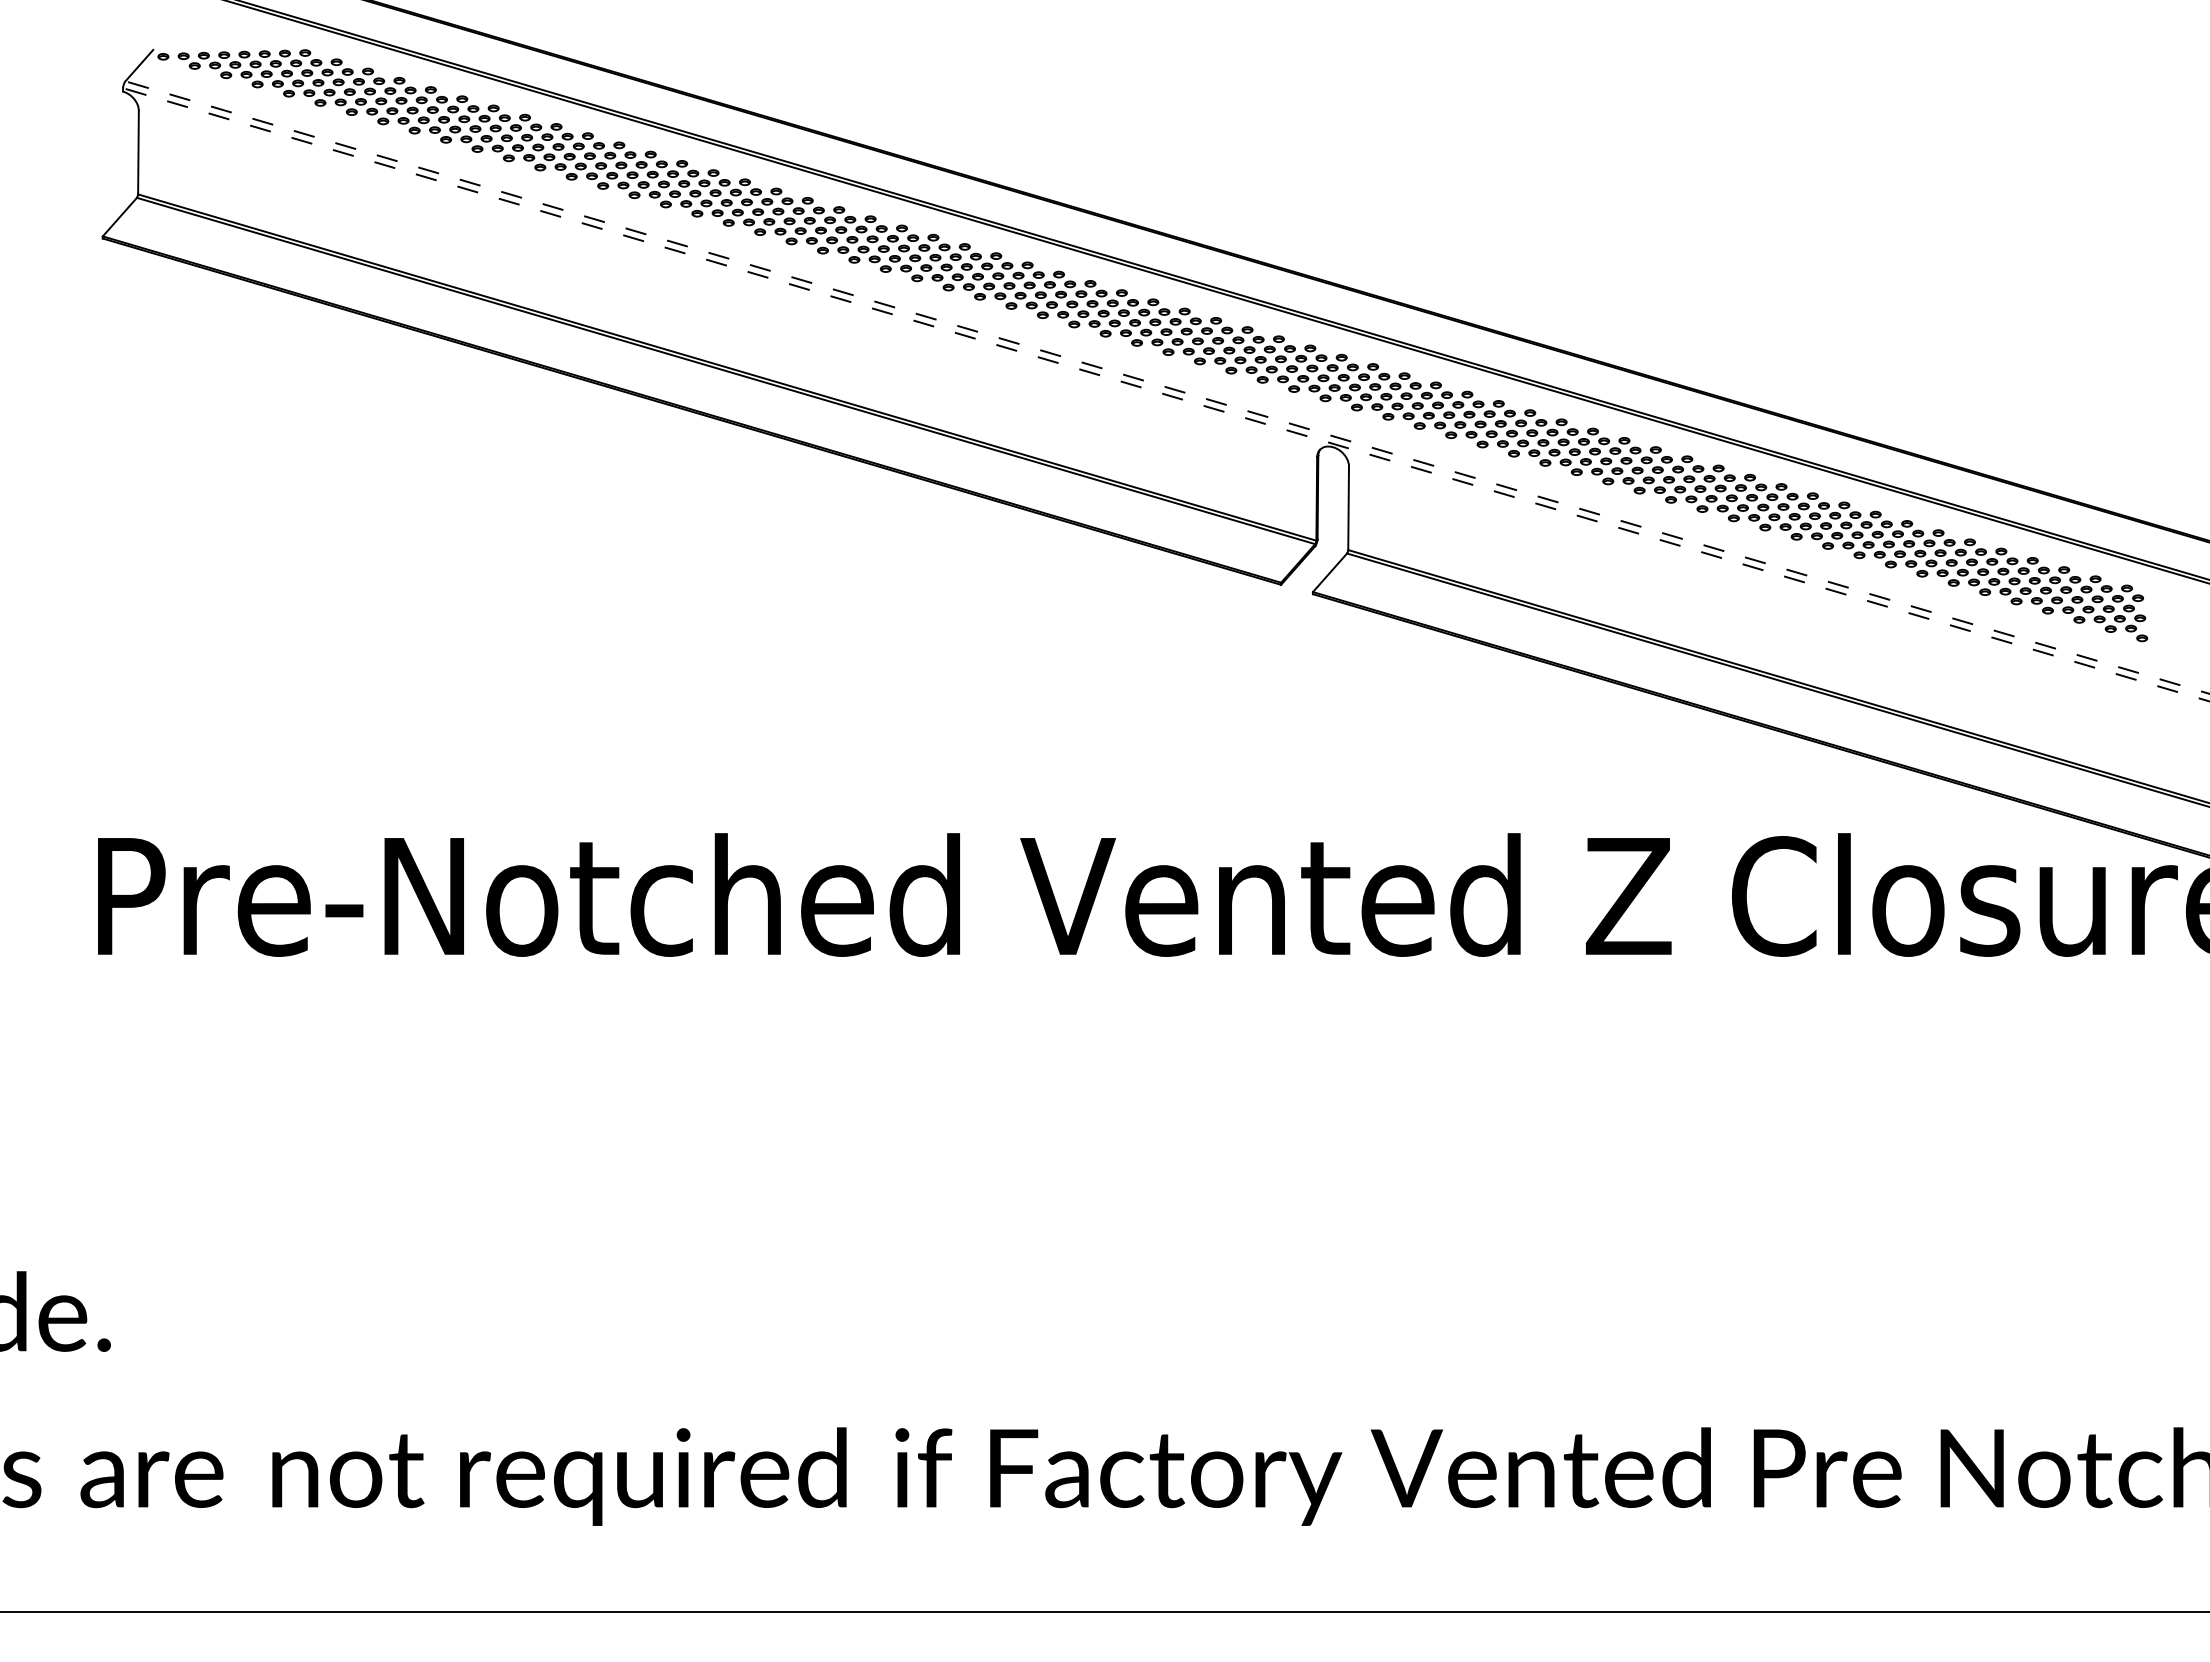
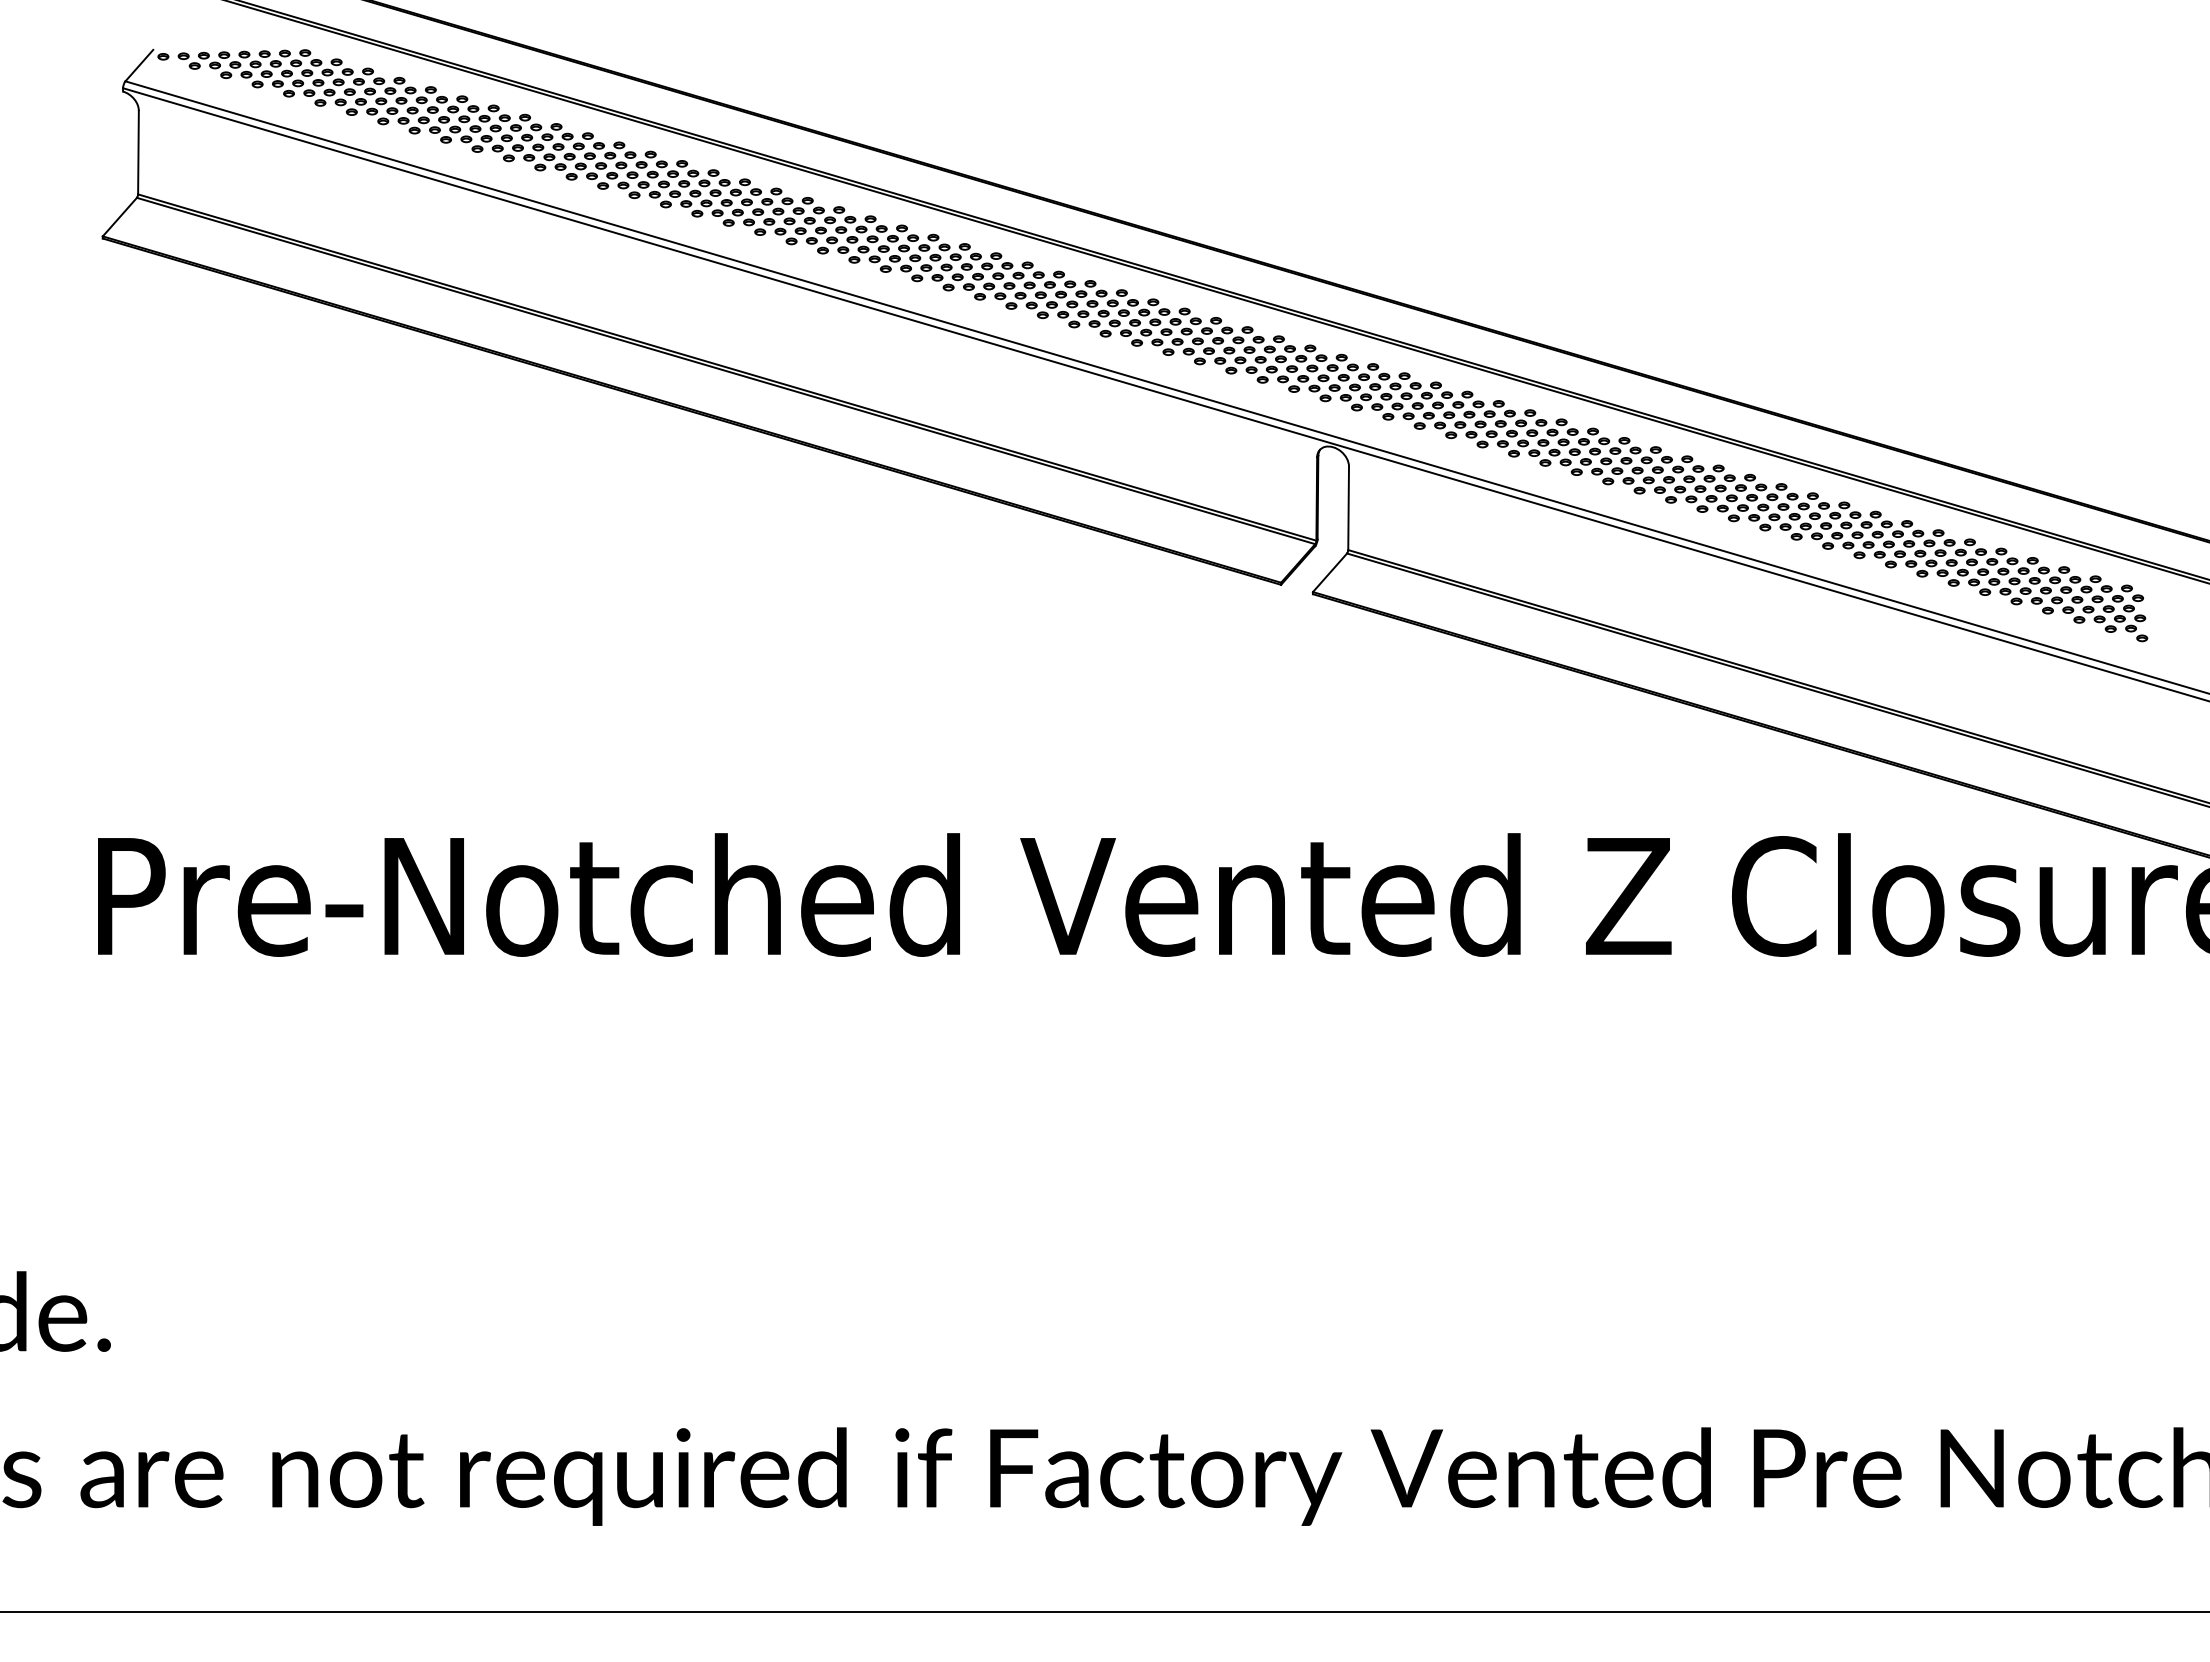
line at (1167, 387): dashed -> solid
line at (1165, 394): dashed -> solid
